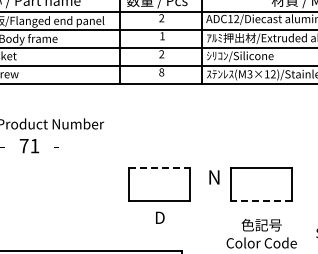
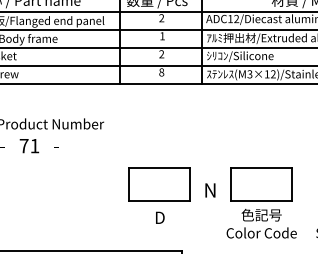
line at (159, 168): dashed -> solid
text at (214, 177) position: (214, 177) -> (210, 190)
line at (261, 200): dashed -> solid
text at (261, 233) position: (261, 233) -> (261, 223)
